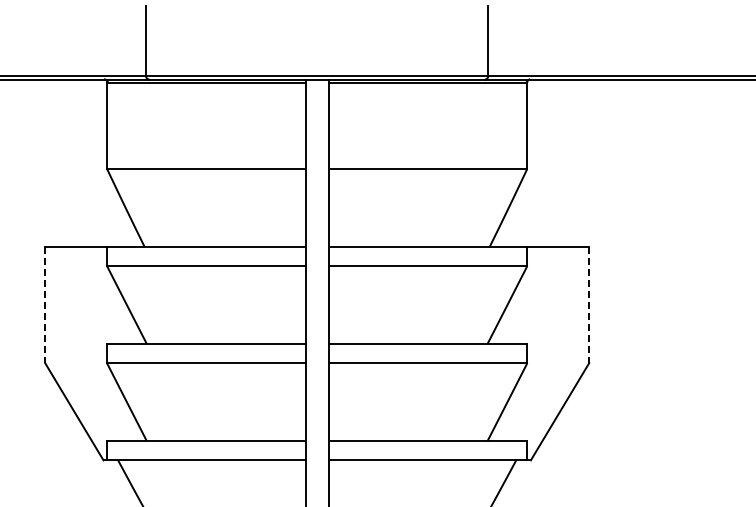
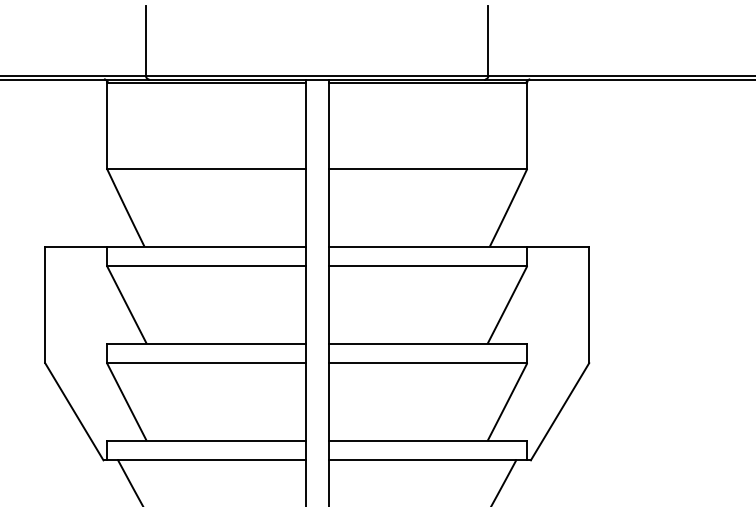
line at (45, 305): dashed -> solid
line at (589, 305): dashed -> solid
